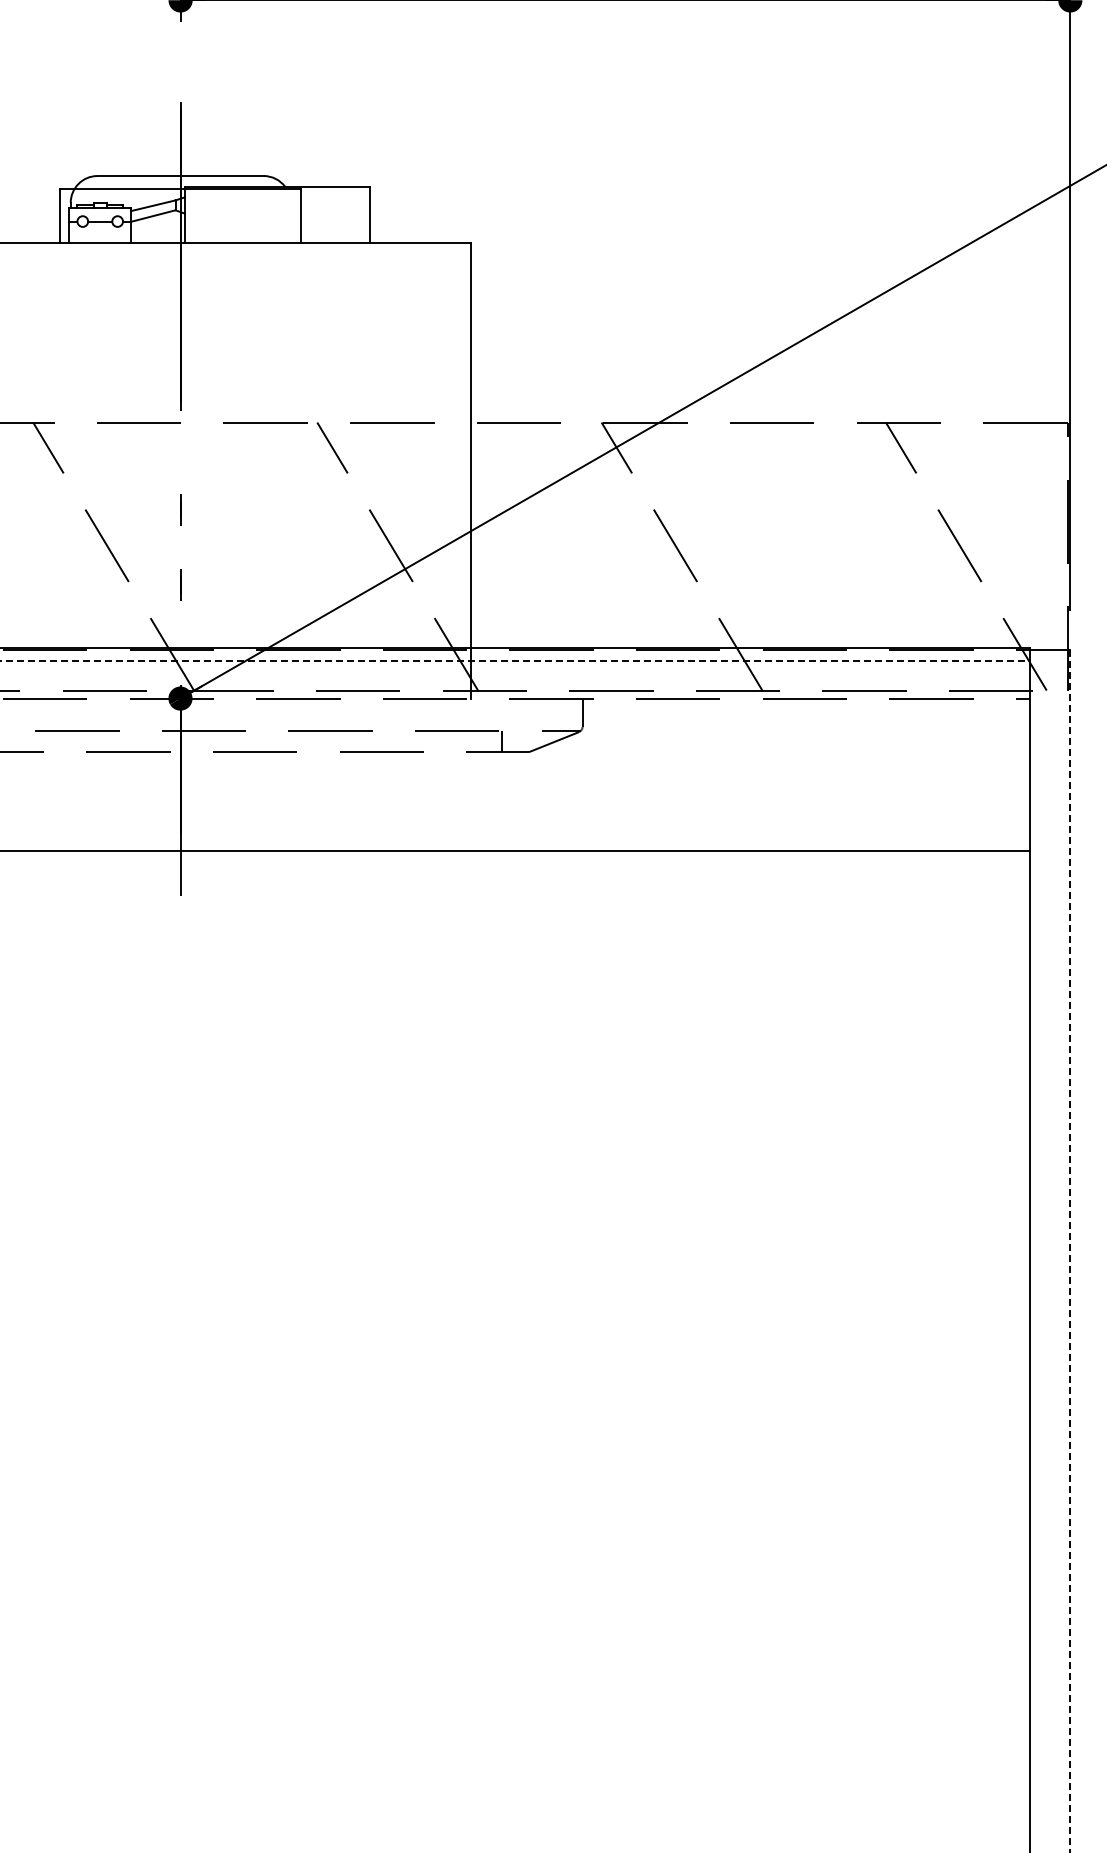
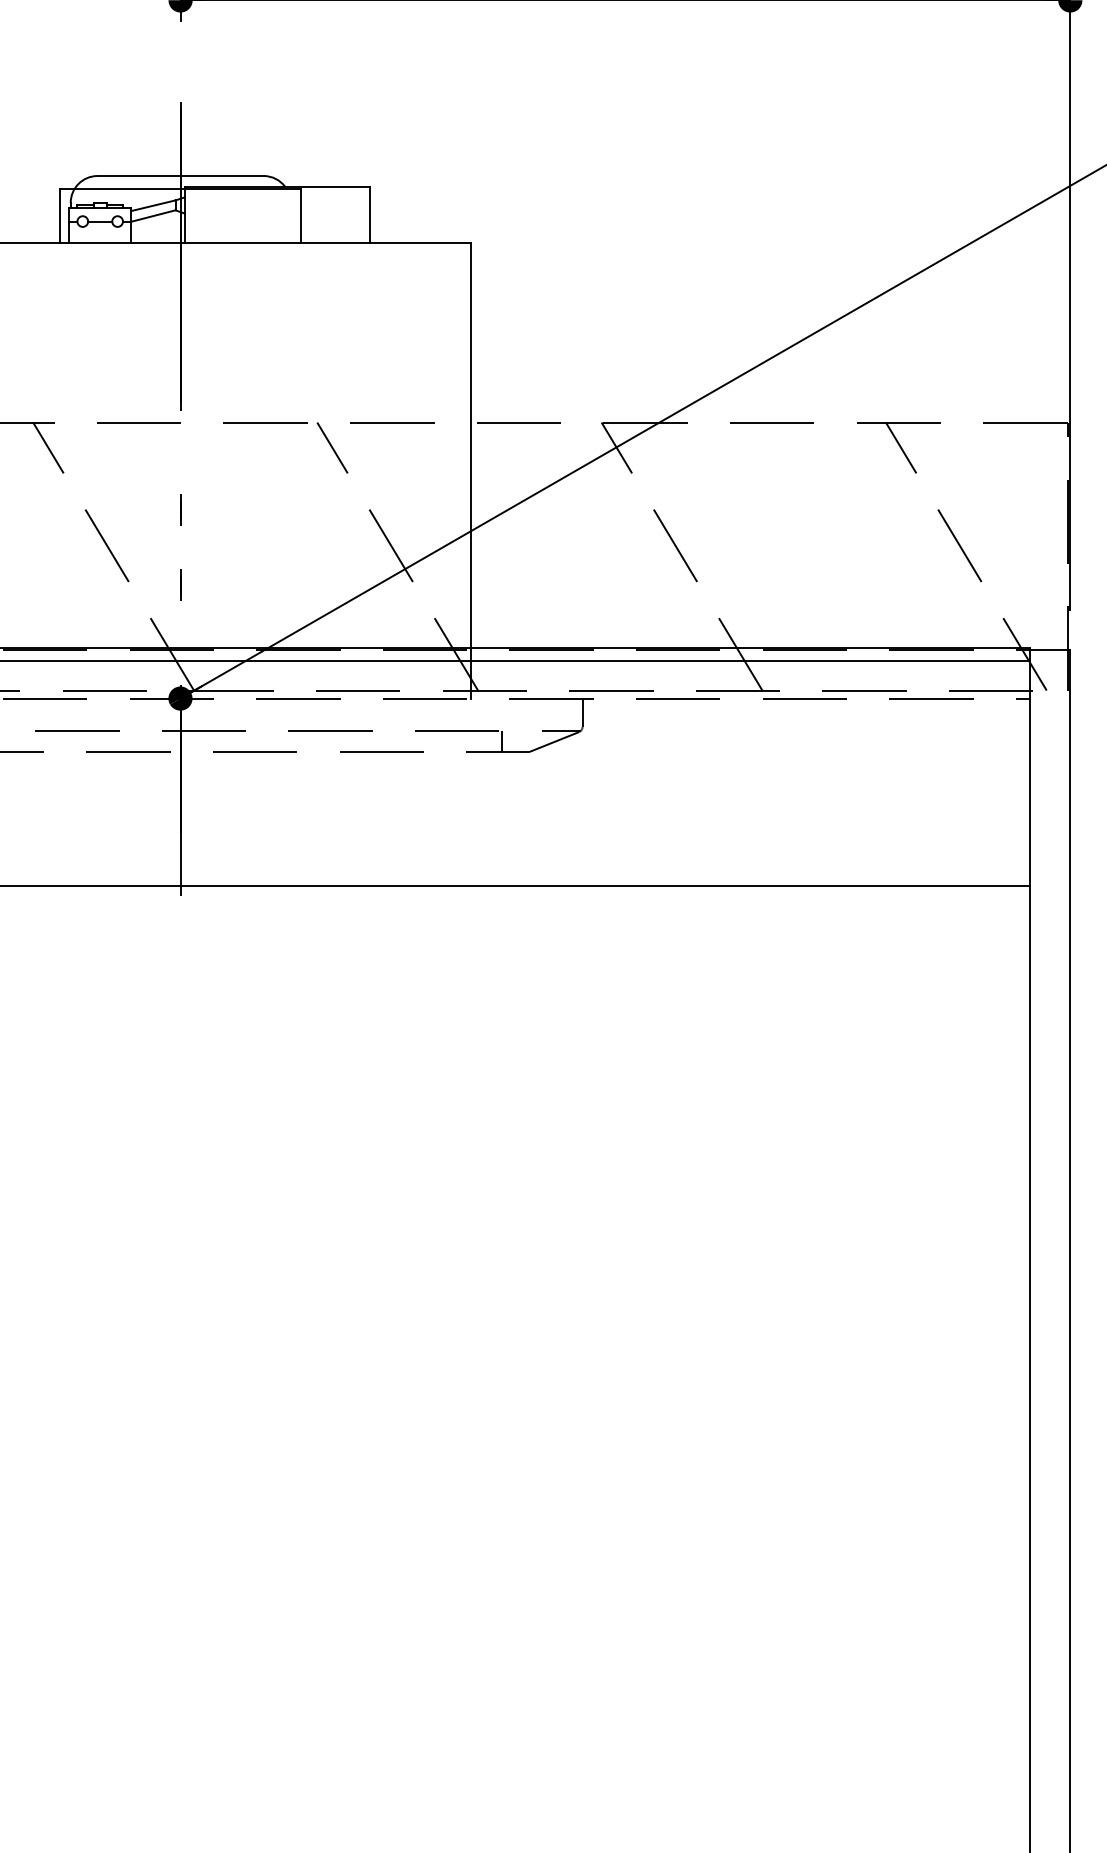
line at (515, 661): dashed -> solid
line at (515, 851) position: (515, 851) -> (515, 886)
line at (1070, 1251): dashed -> solid
